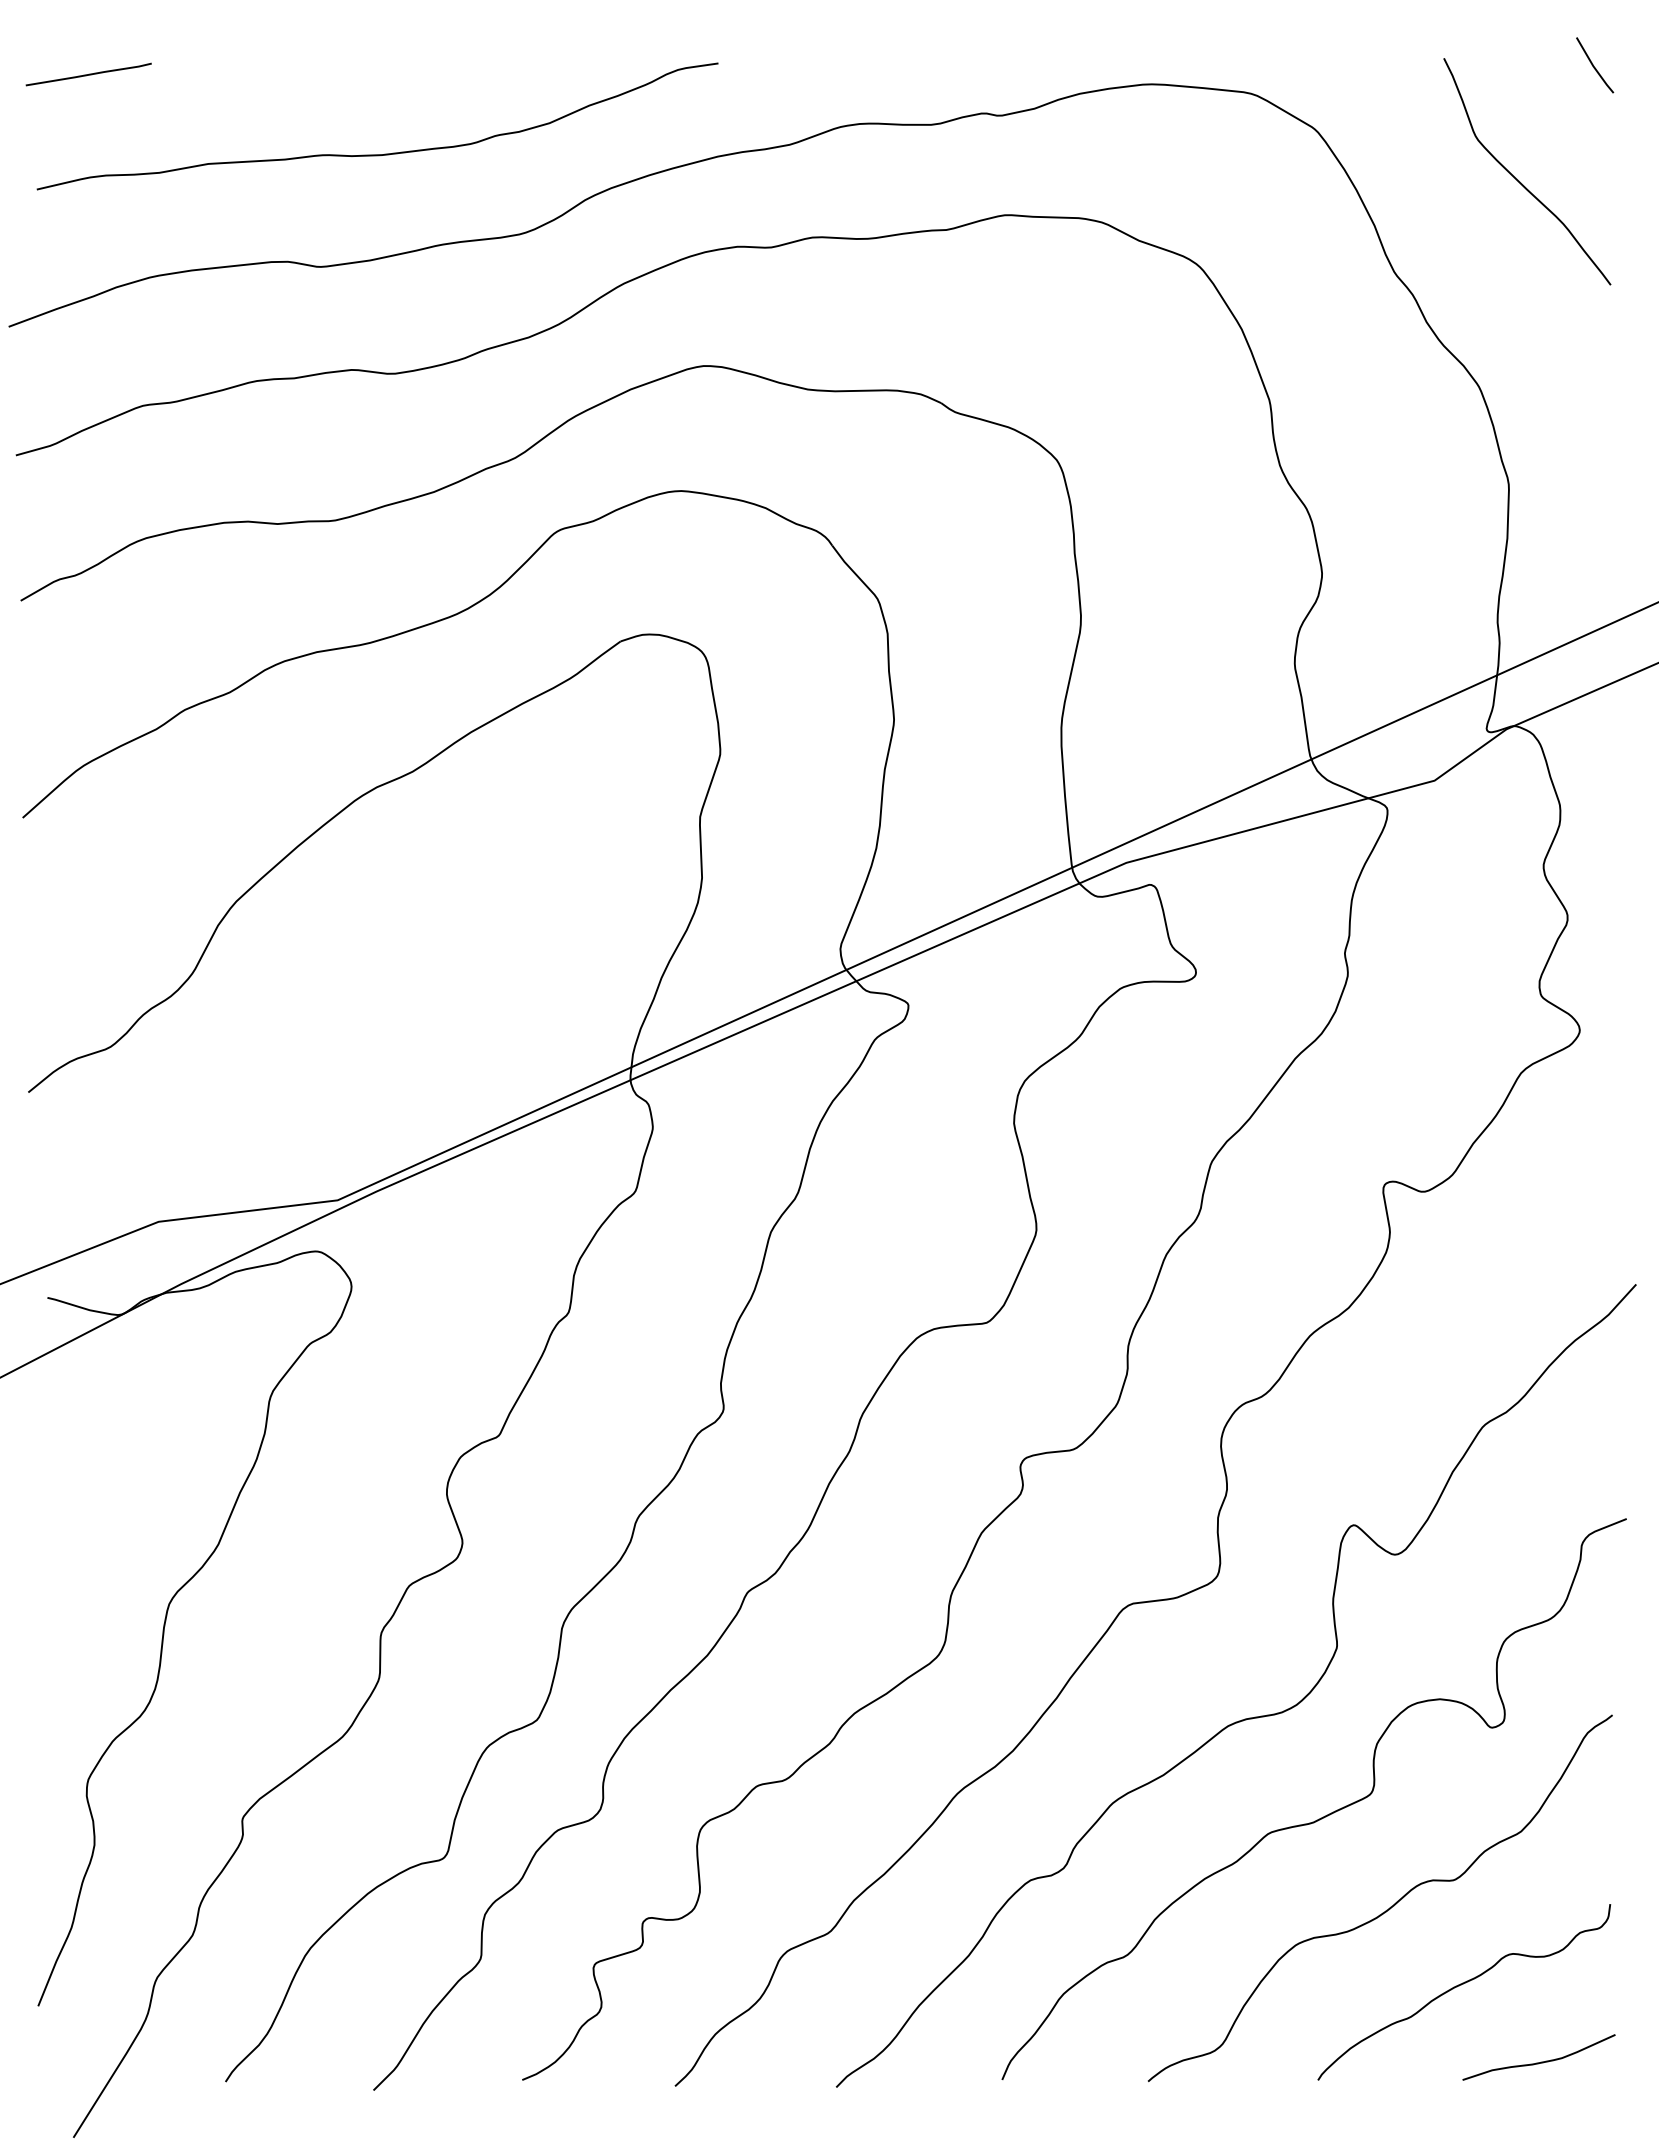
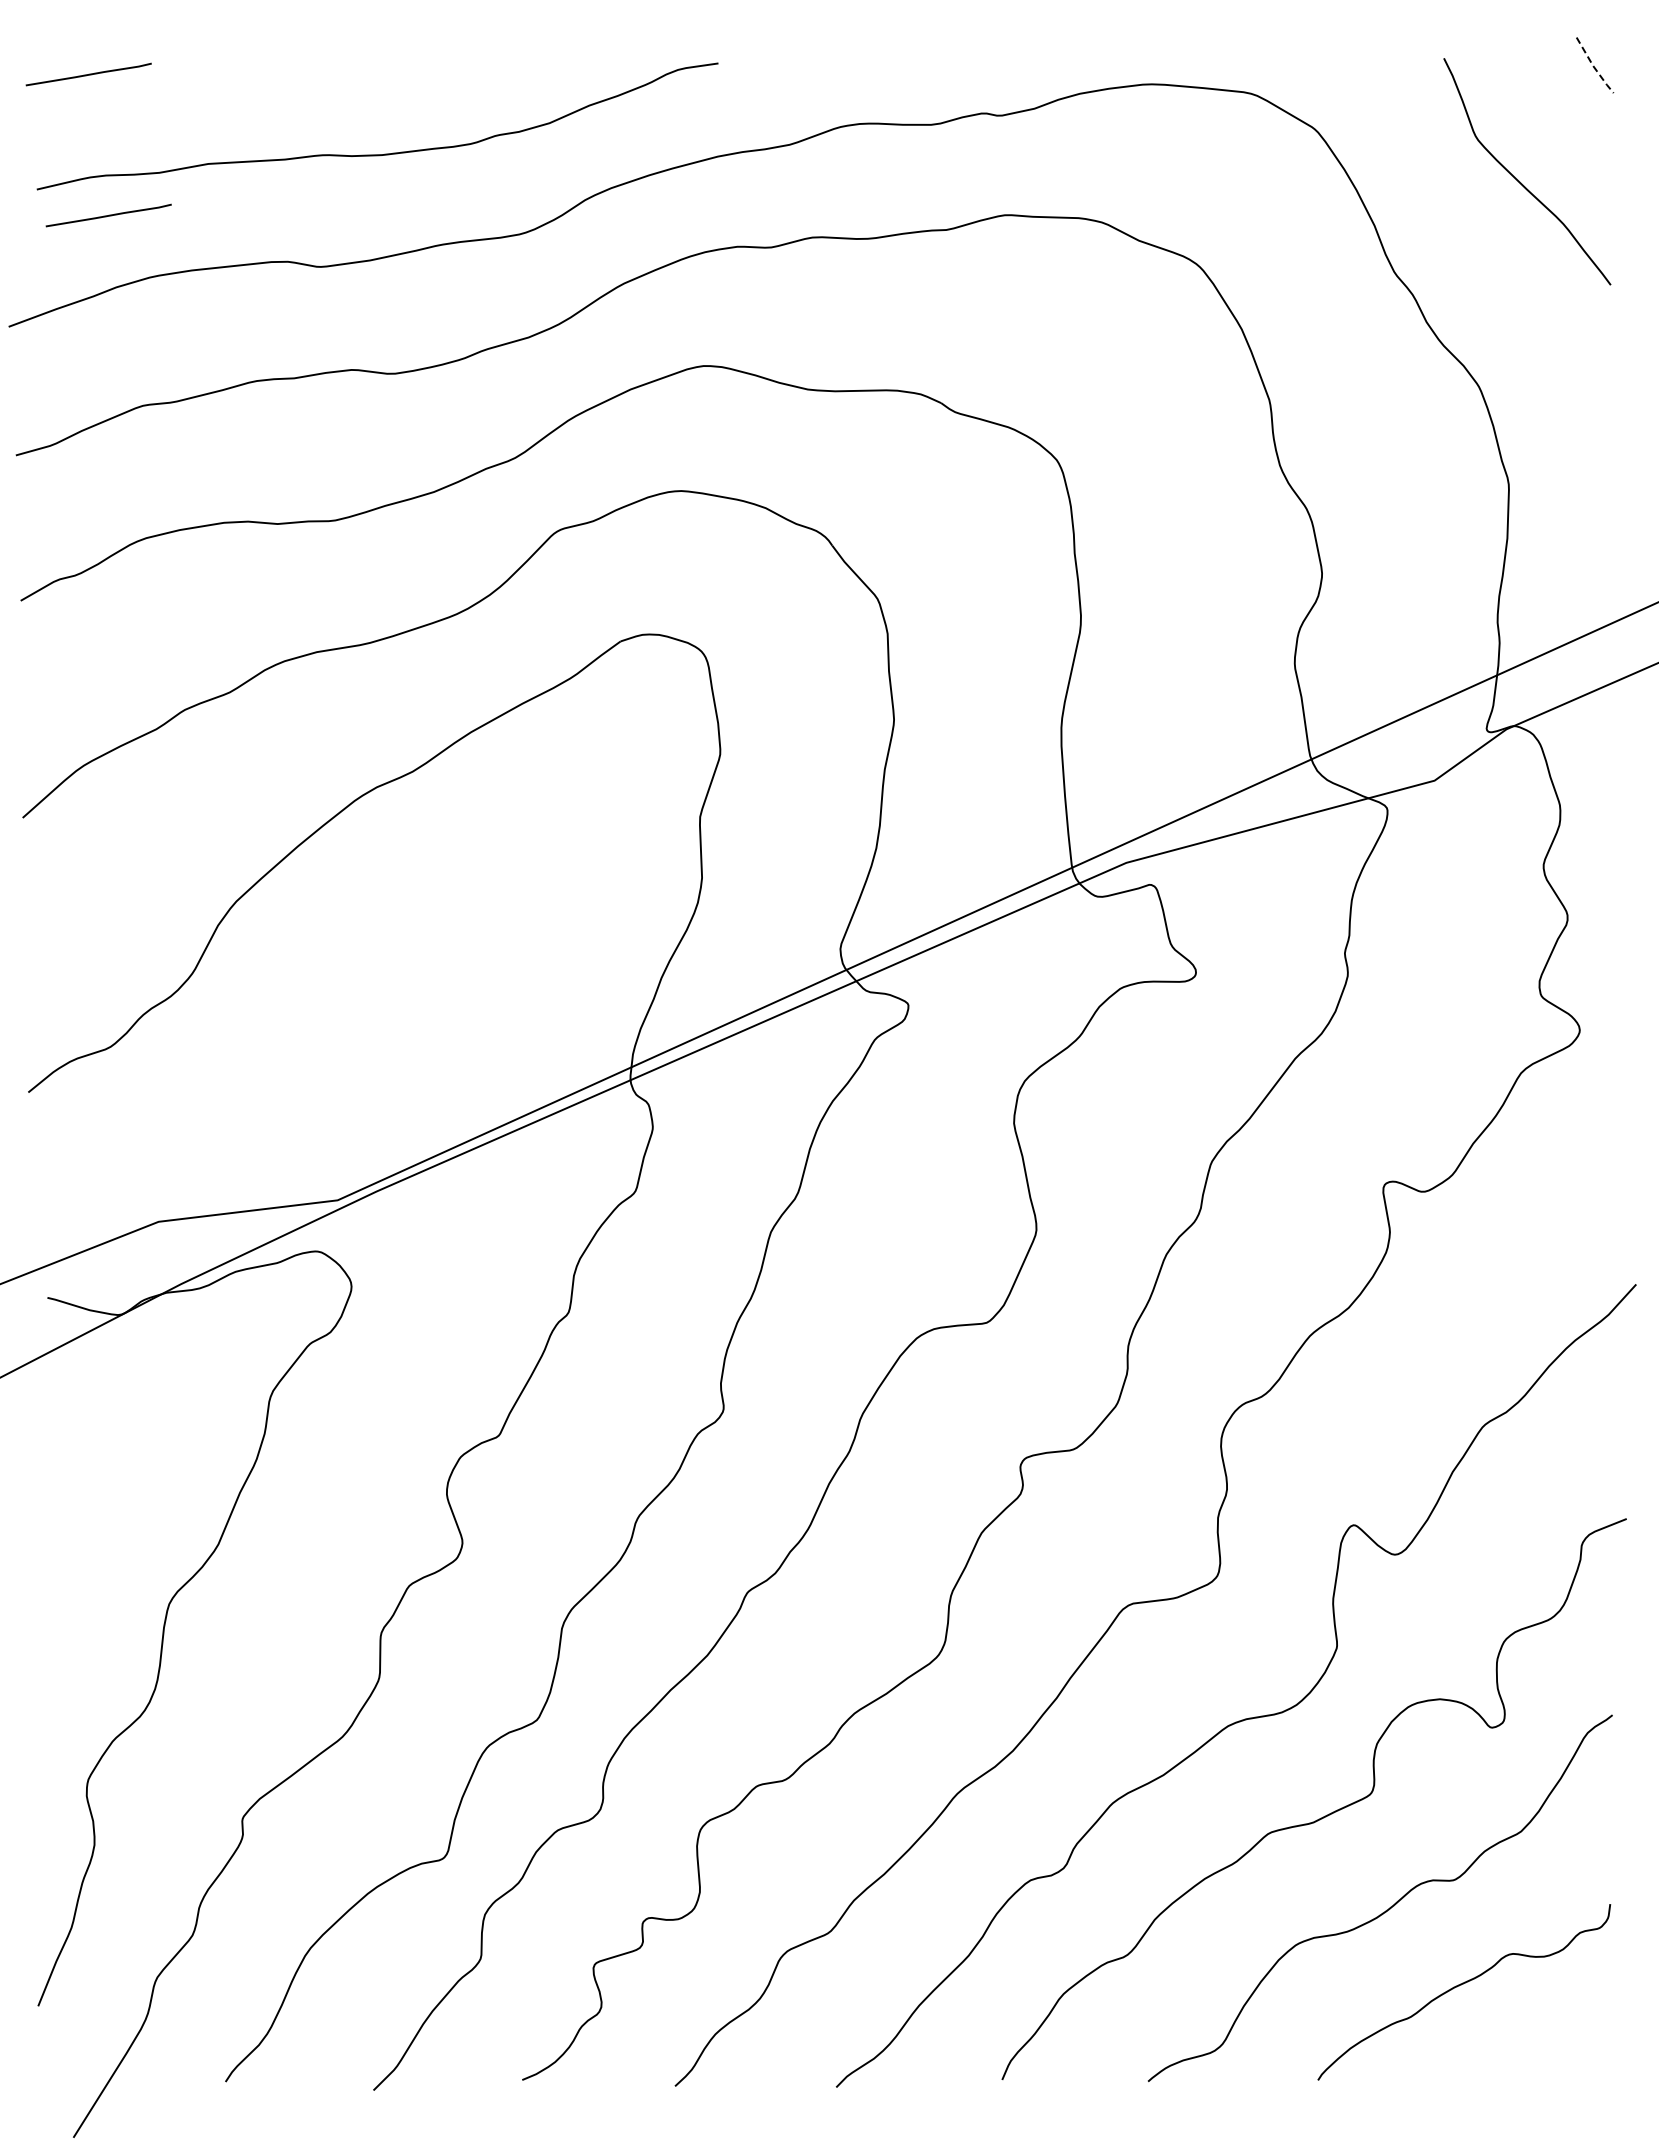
line at (1593, 66): solid -> dashed
line at (108, 215): none -> present
curve at (1541, 2061): present -> none
